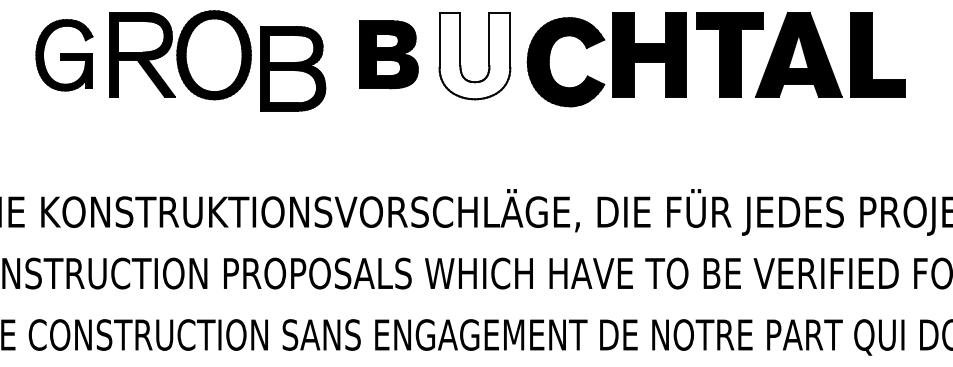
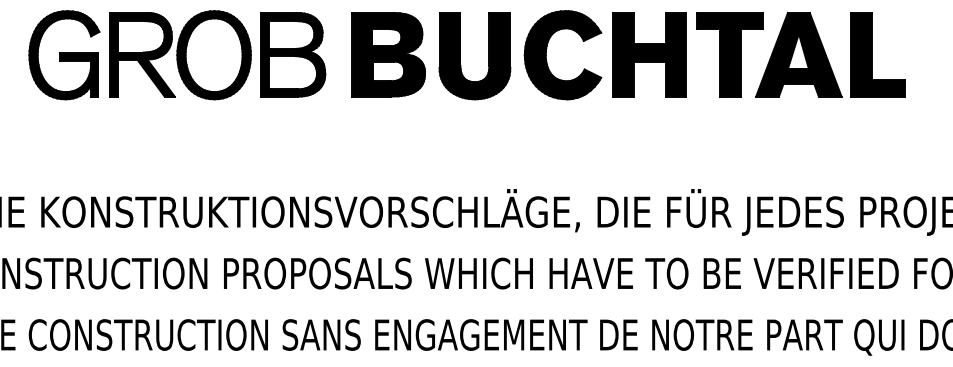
part at (388, 54) size: 60x70 px -> 75x86 px
part at (64, 55) size: 59x73 px -> 73x91 px
fill at (474, 55): none -> present
part at (549, 62) position: (549, 62) -> (546, 55)
part at (293, 68) position: (293, 68) -> (293, 54)
